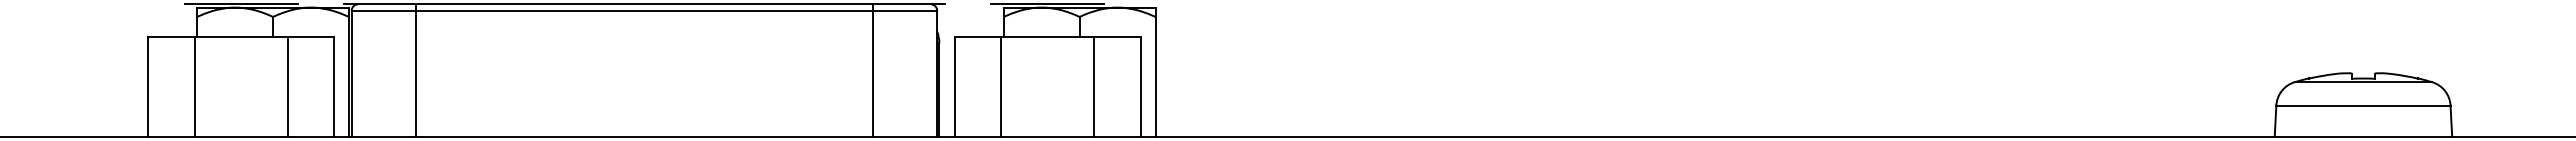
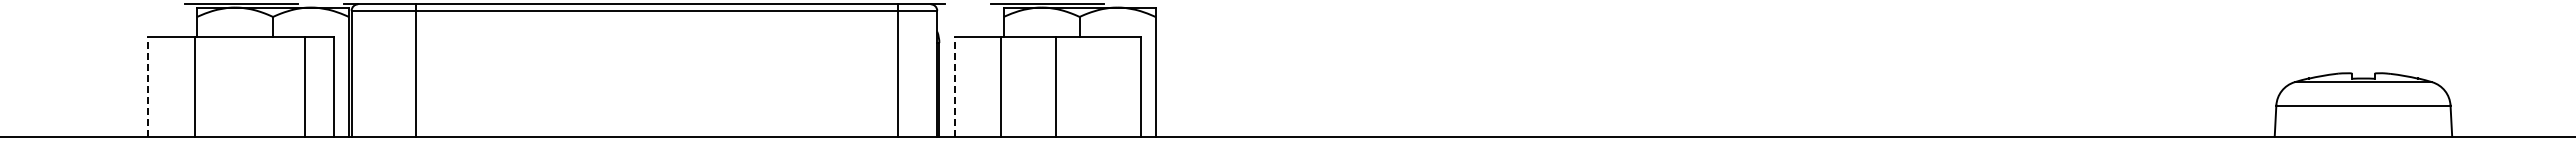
line at (872, 70) position: (872, 70) -> (897, 70)
line at (147, 86): solid -> dashed
line at (287, 86) position: (287, 86) -> (304, 86)
line at (954, 86): solid -> dashed
line at (1094, 86) position: (1094, 86) -> (1056, 86)
